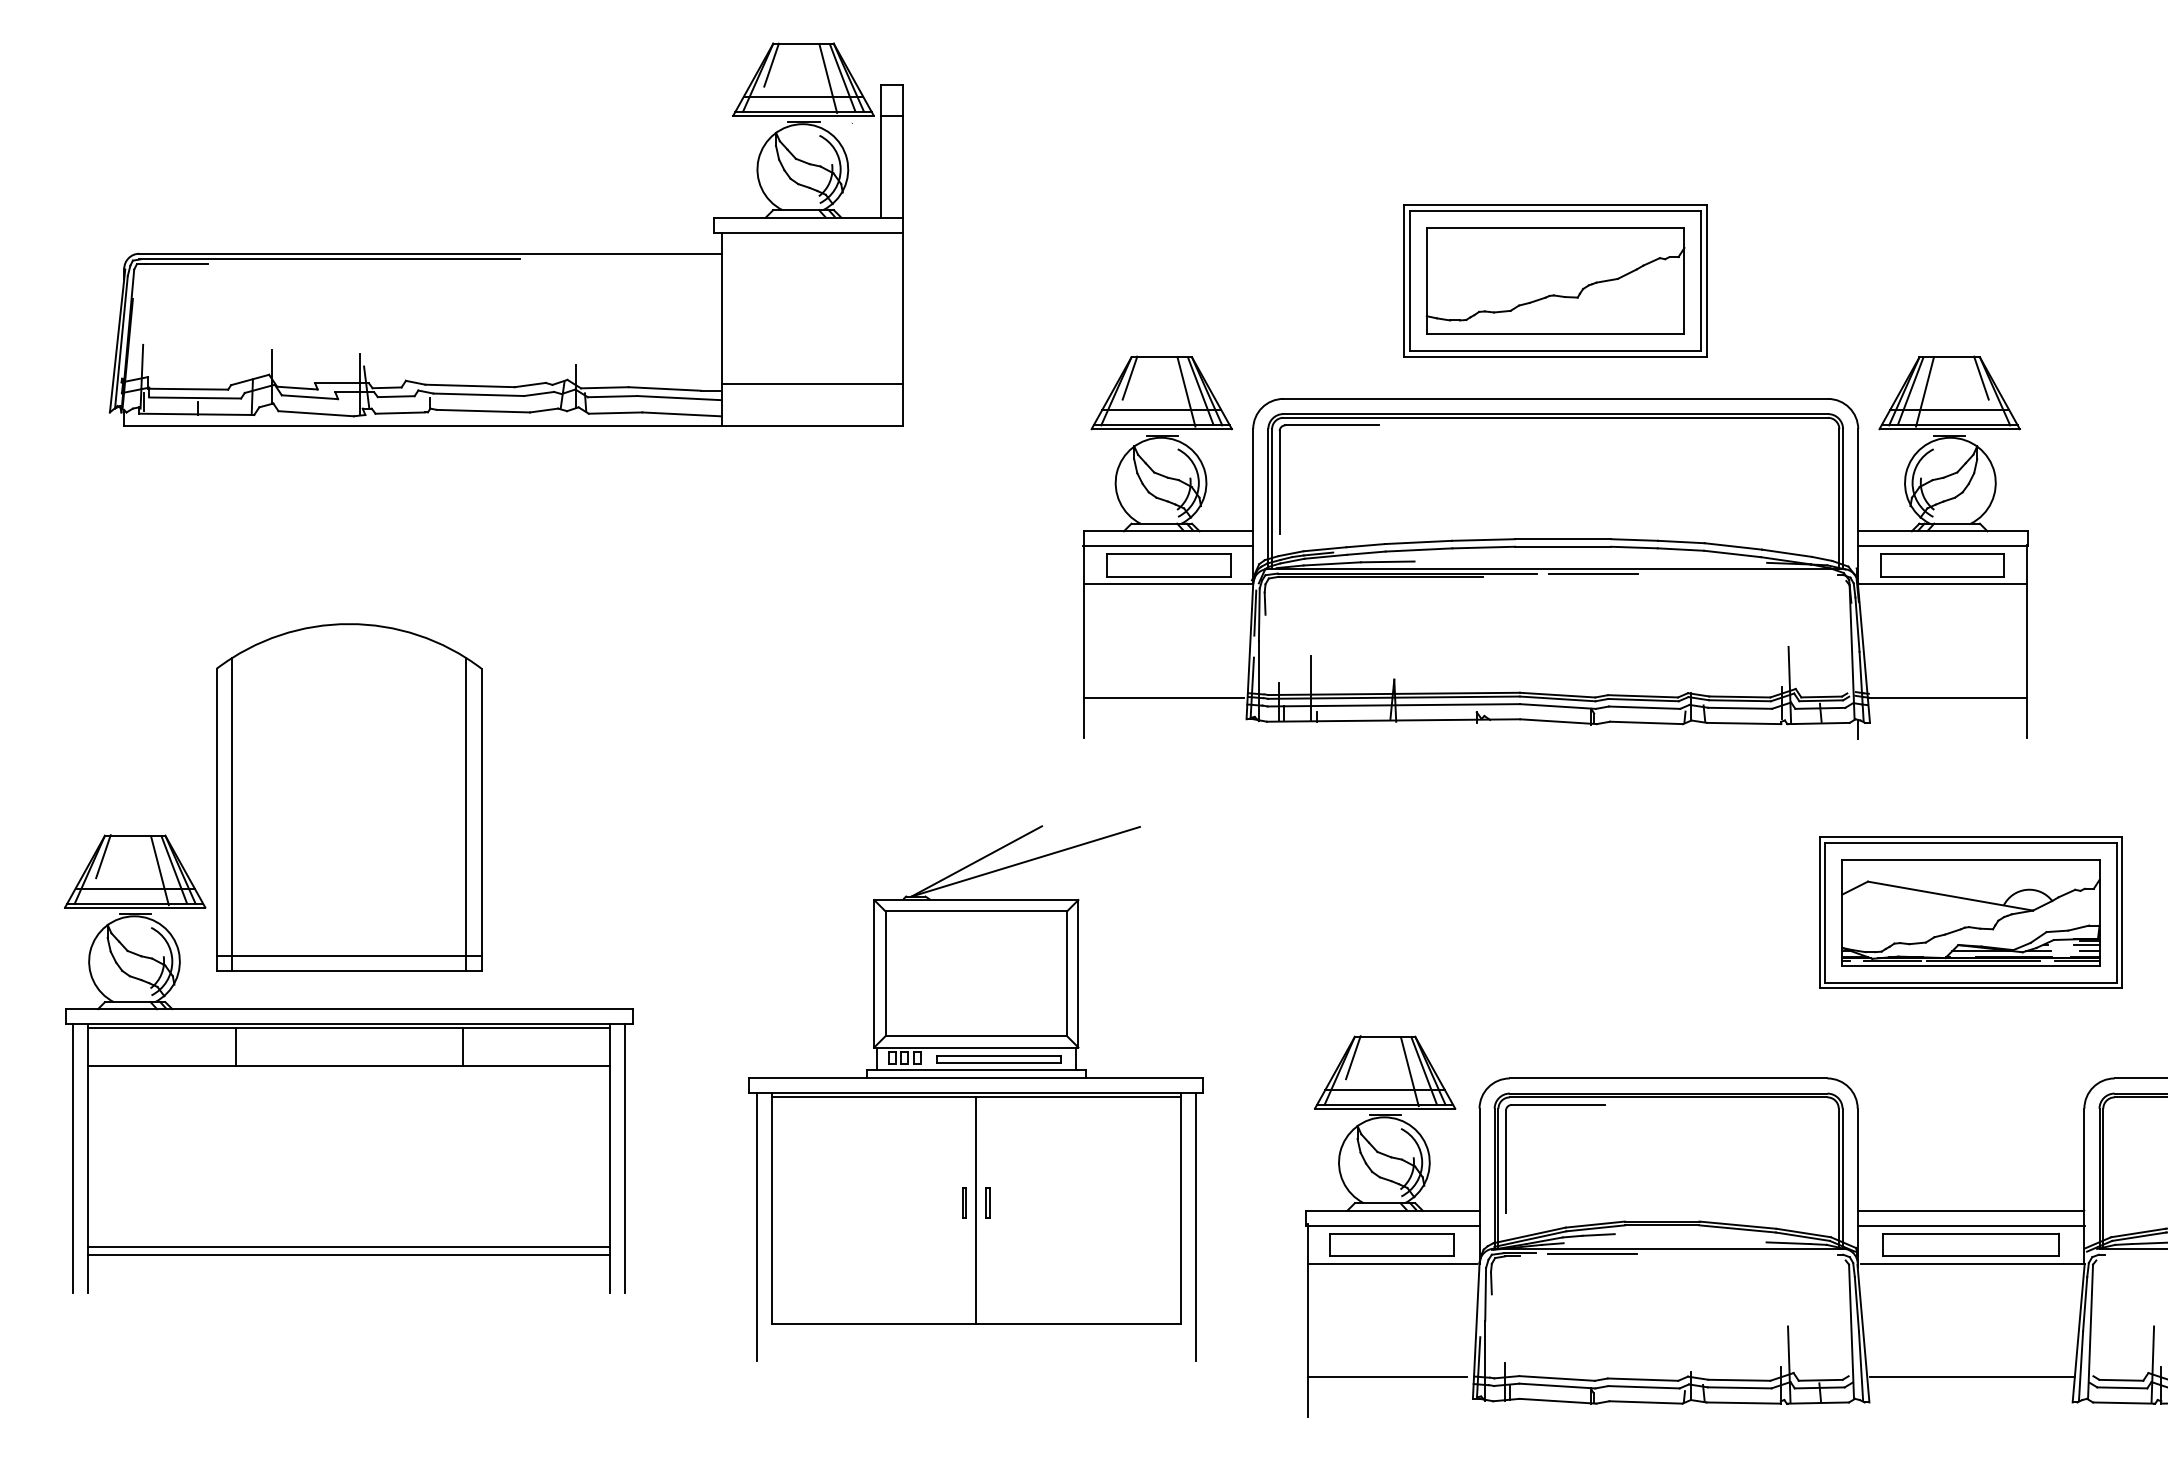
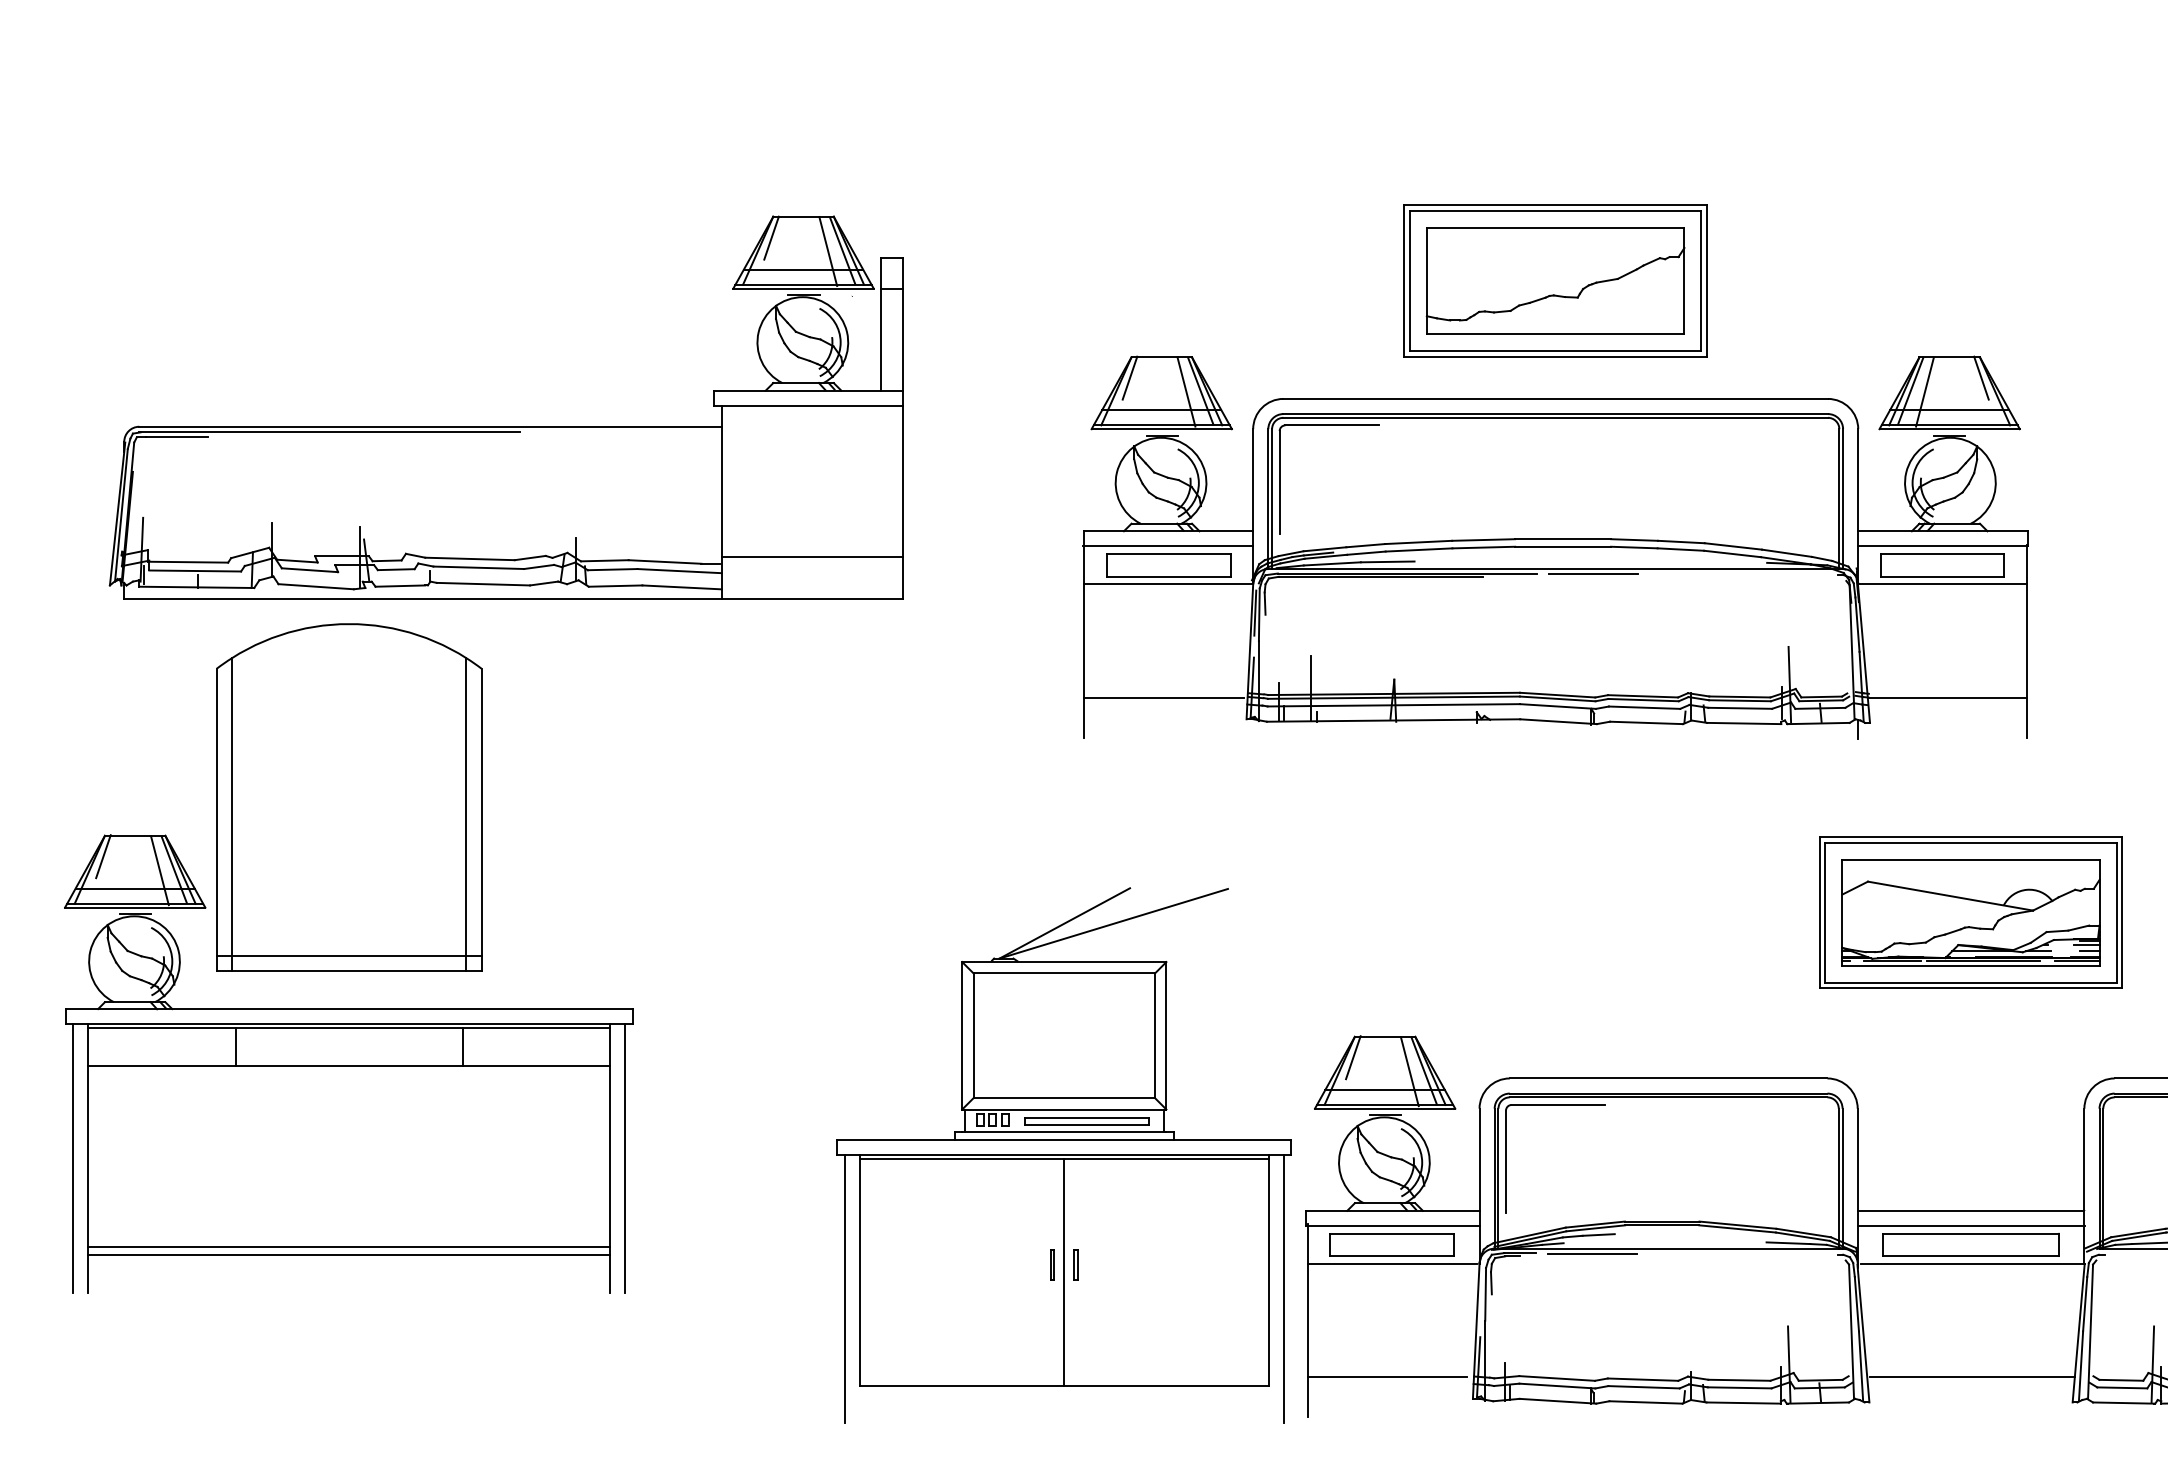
part at (505, 253) position: (505, 253) -> (505, 426)
part at (975, 1093) position: (975, 1093) -> (1063, 1155)
